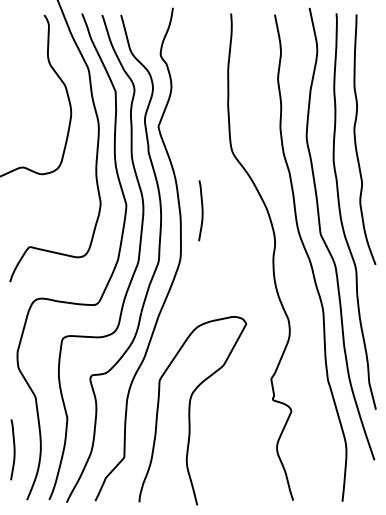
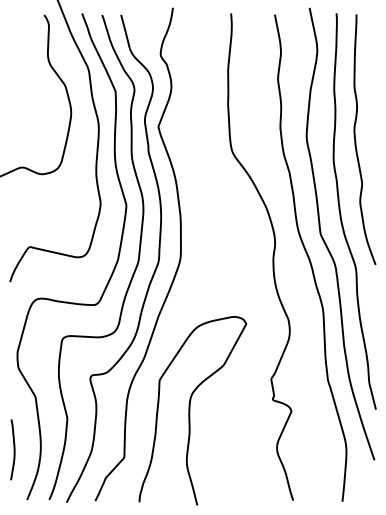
curve at (201, 210): present -> none
